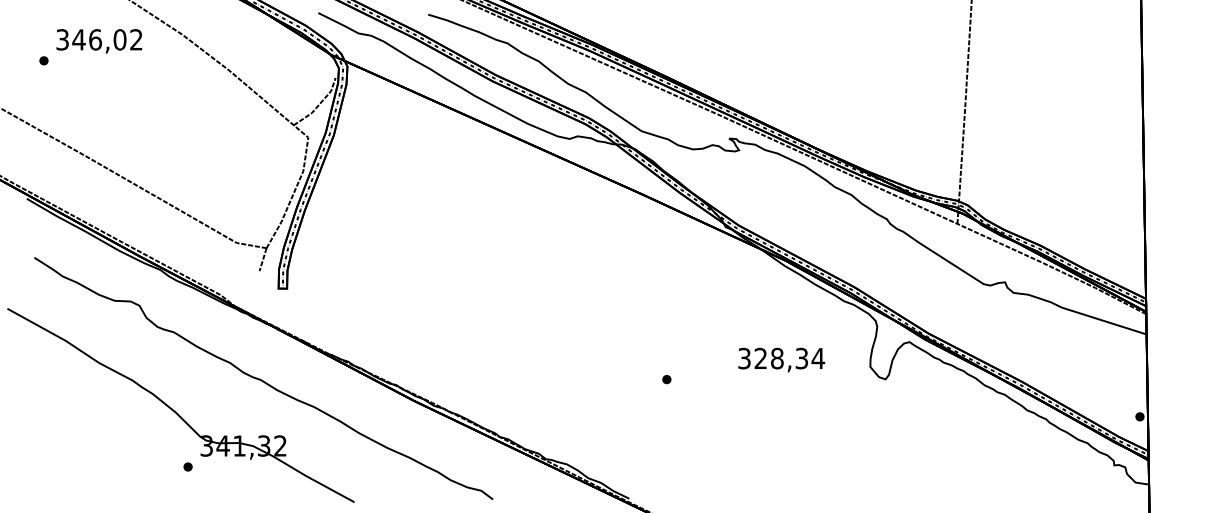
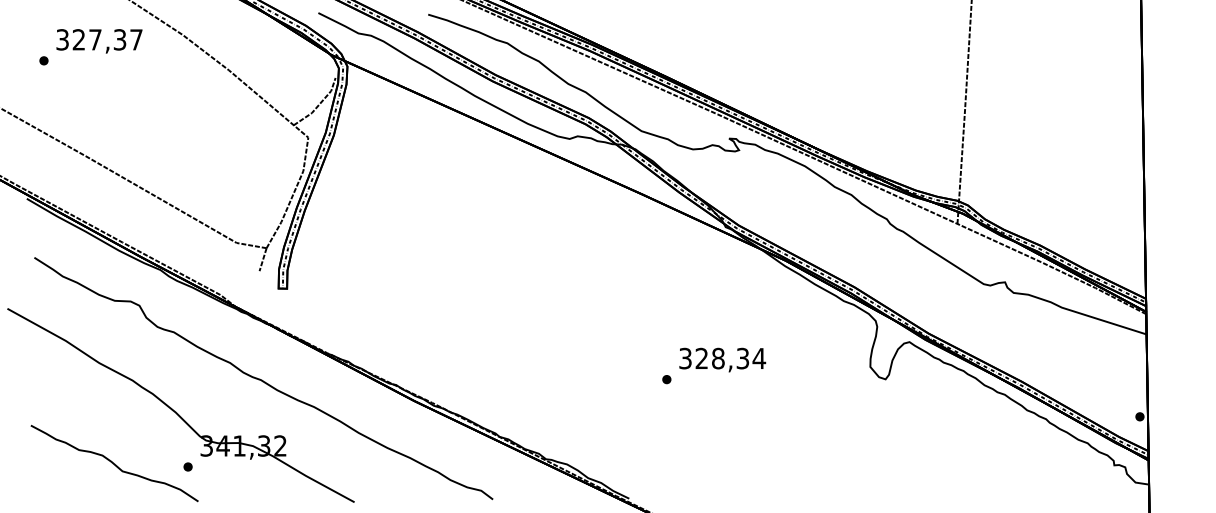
text at (107, 39): 346,02 -> 327,37
text at (781, 359) position: (781, 359) -> (722, 359)
curve at (114, 463): none -> present
